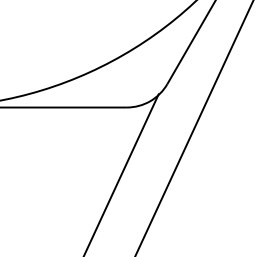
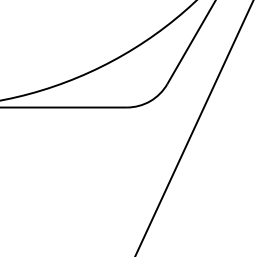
line at (121, 173): present -> none
